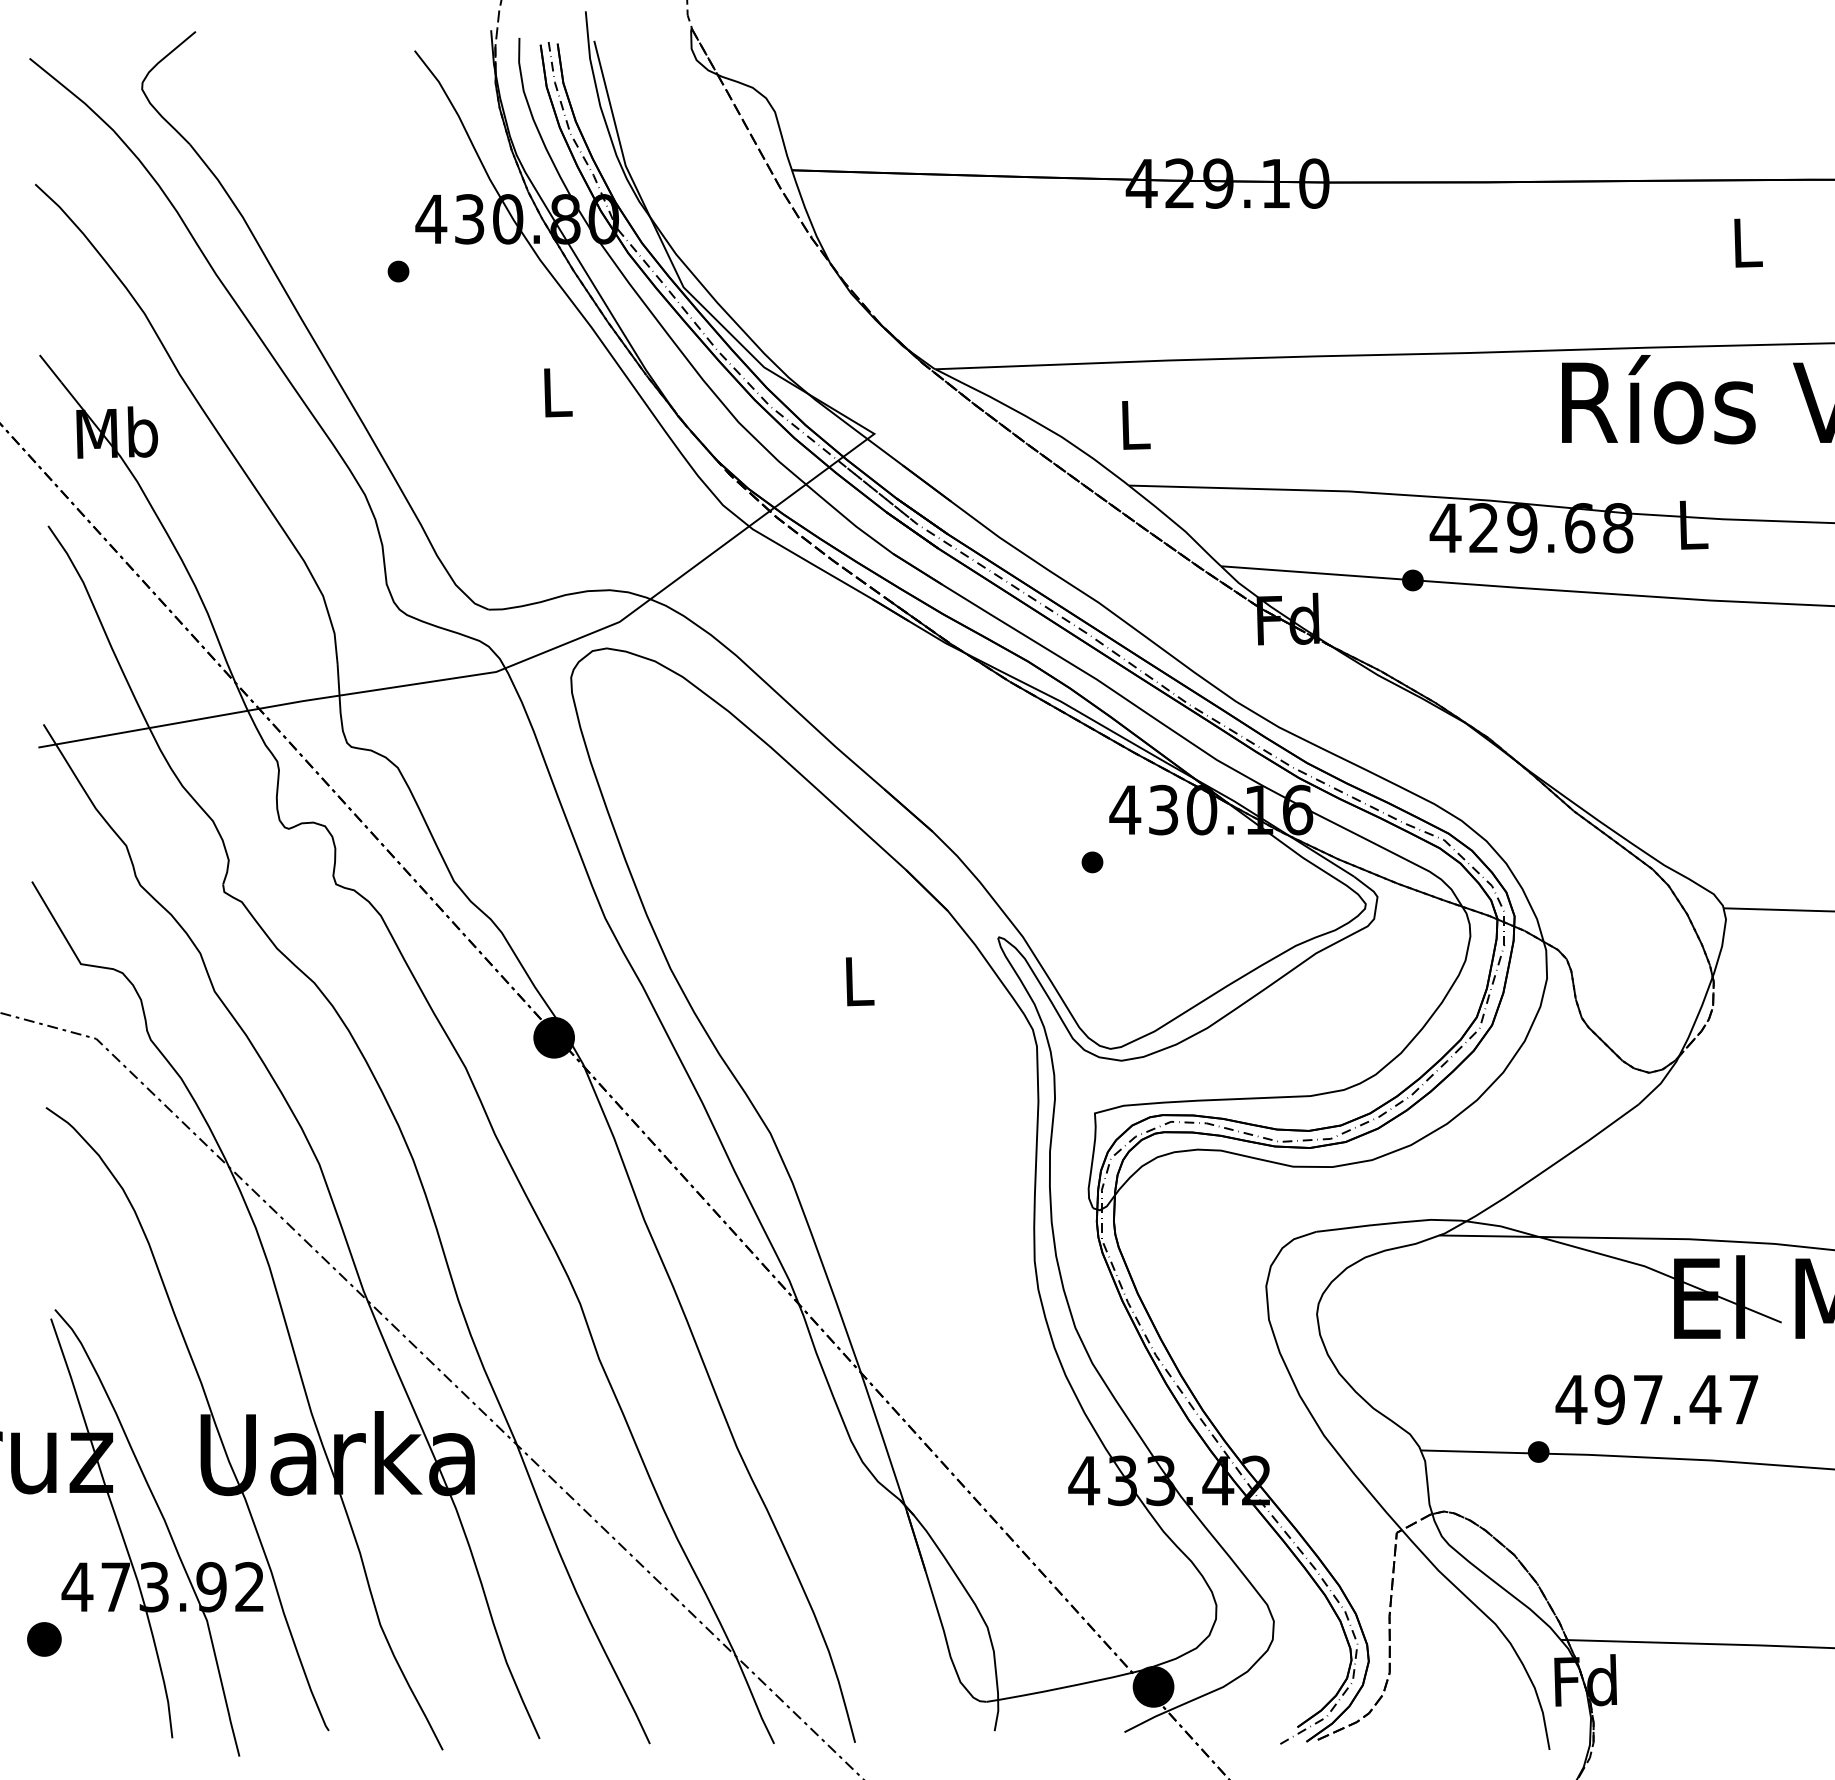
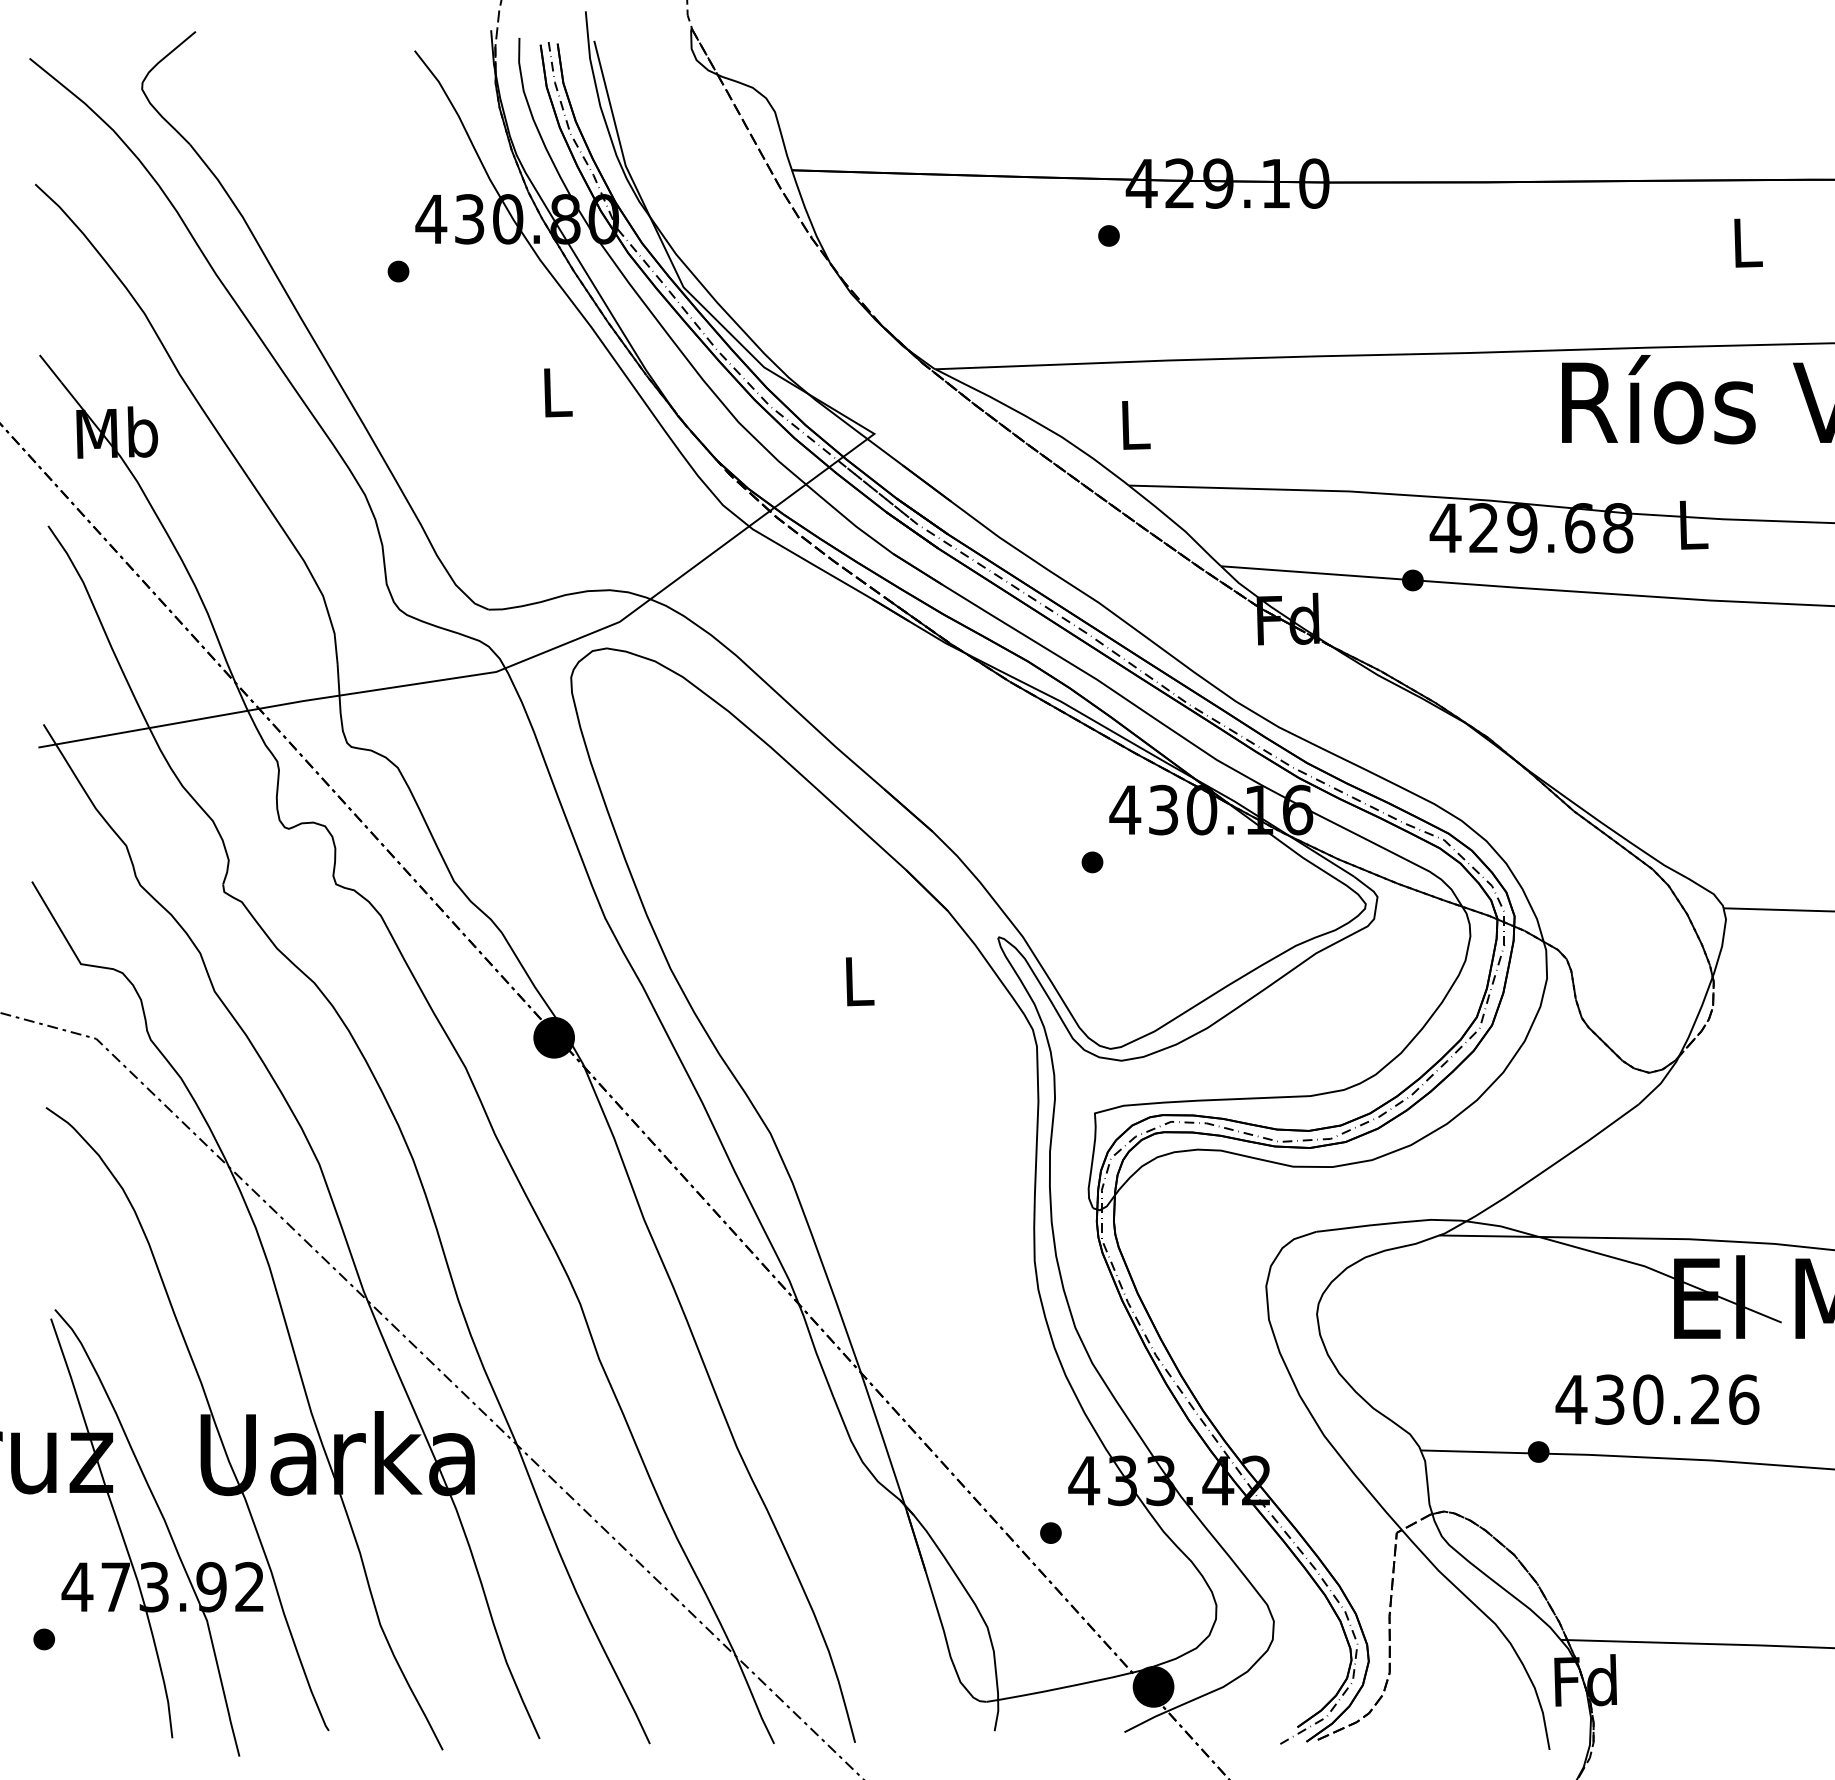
part at (1108, 235): none -> present
text at (1676, 1399): 497.47 -> 430.26
part at (1050, 1532): none -> present
part at (44, 1639) size: 35x35 px -> 22x23 px
